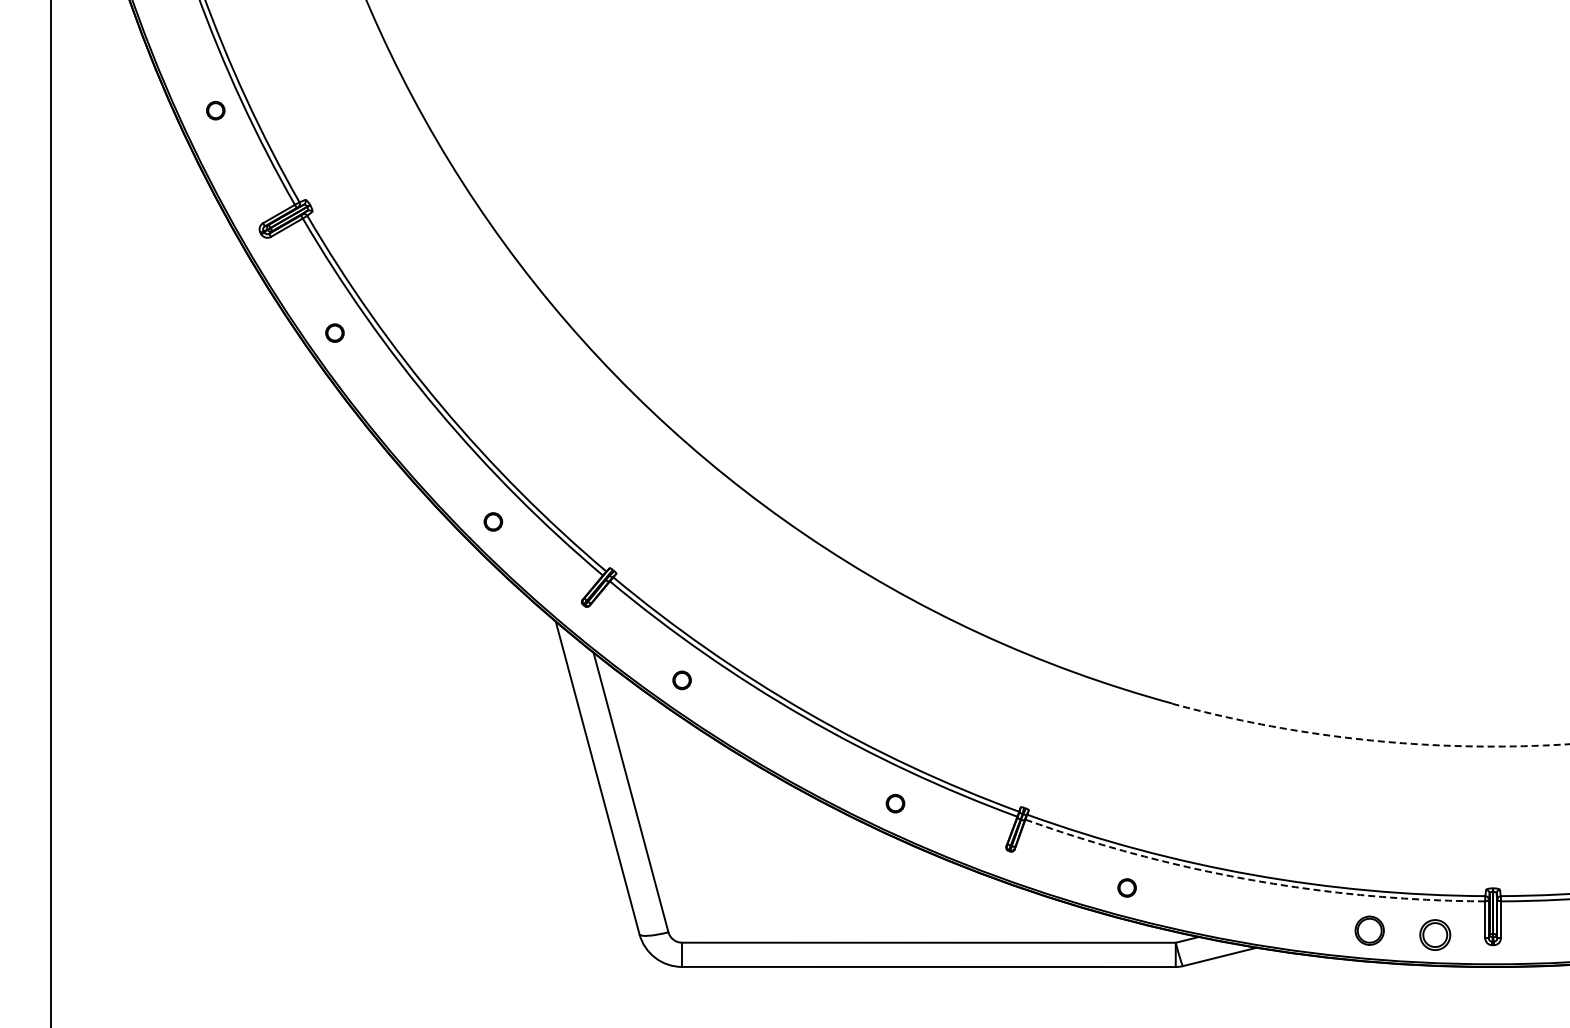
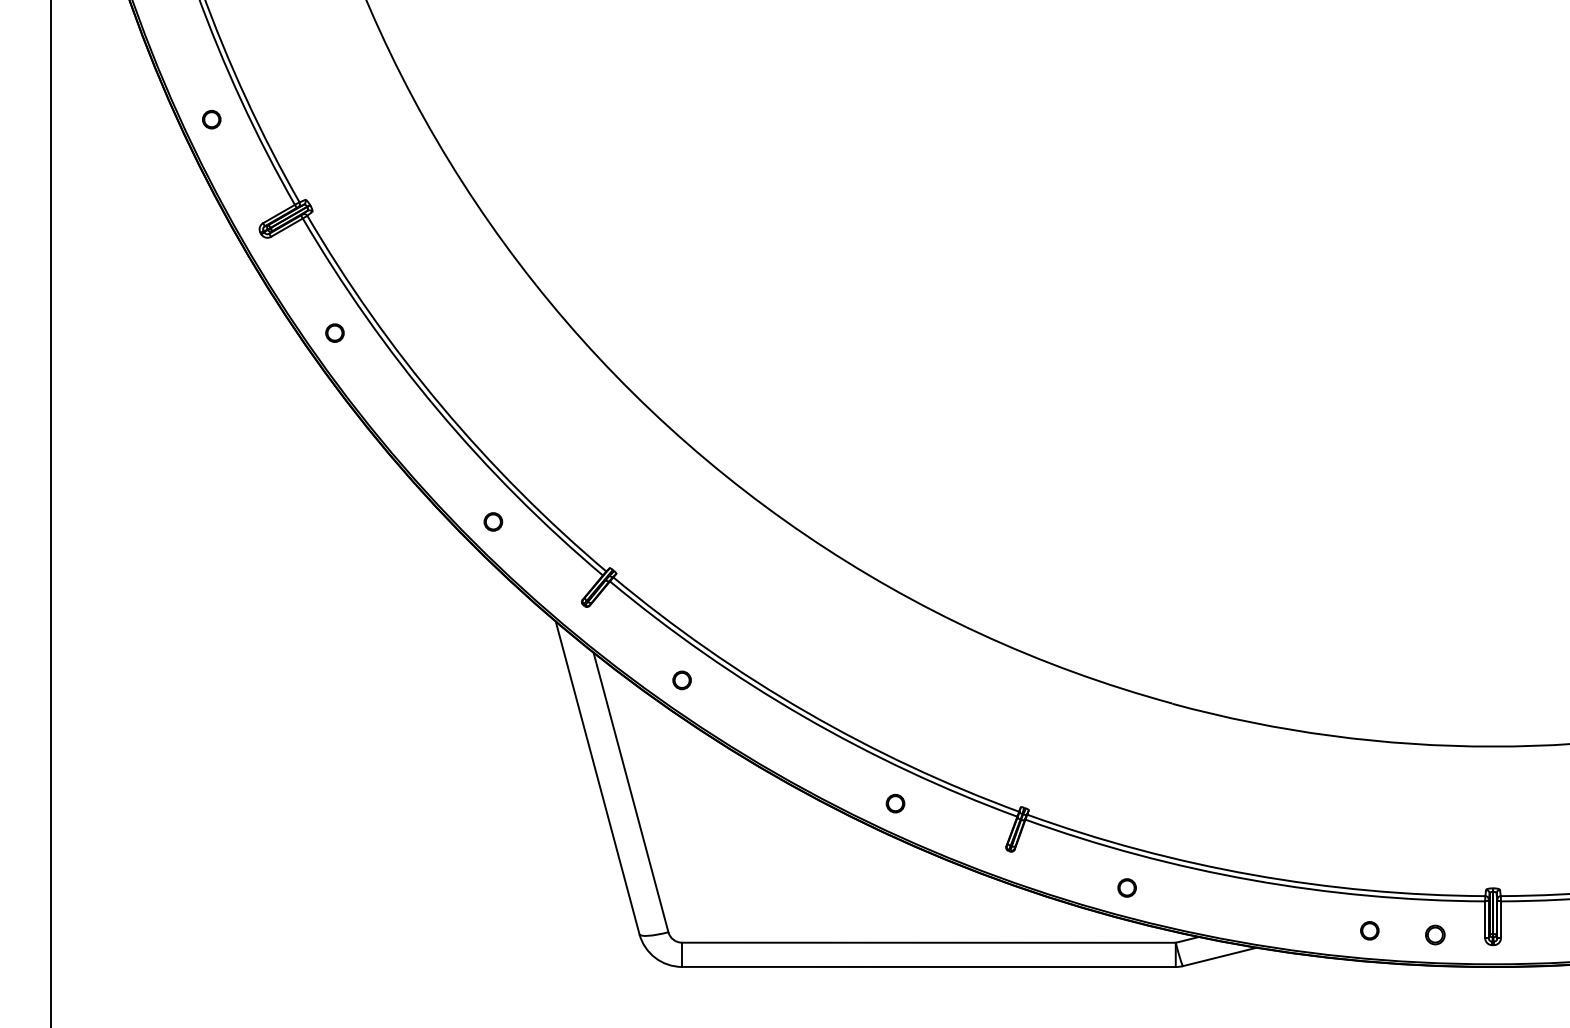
part at (215, 110) position: (215, 110) -> (211, 119)
arc at (1370, 740): dashed -> solid
arc at (1251, 880): dashed -> solid
circle at (1369, 930) size: 31x31 px -> 20x20 px
part at (1435, 934) size: 33x32 px -> 21x22 px
